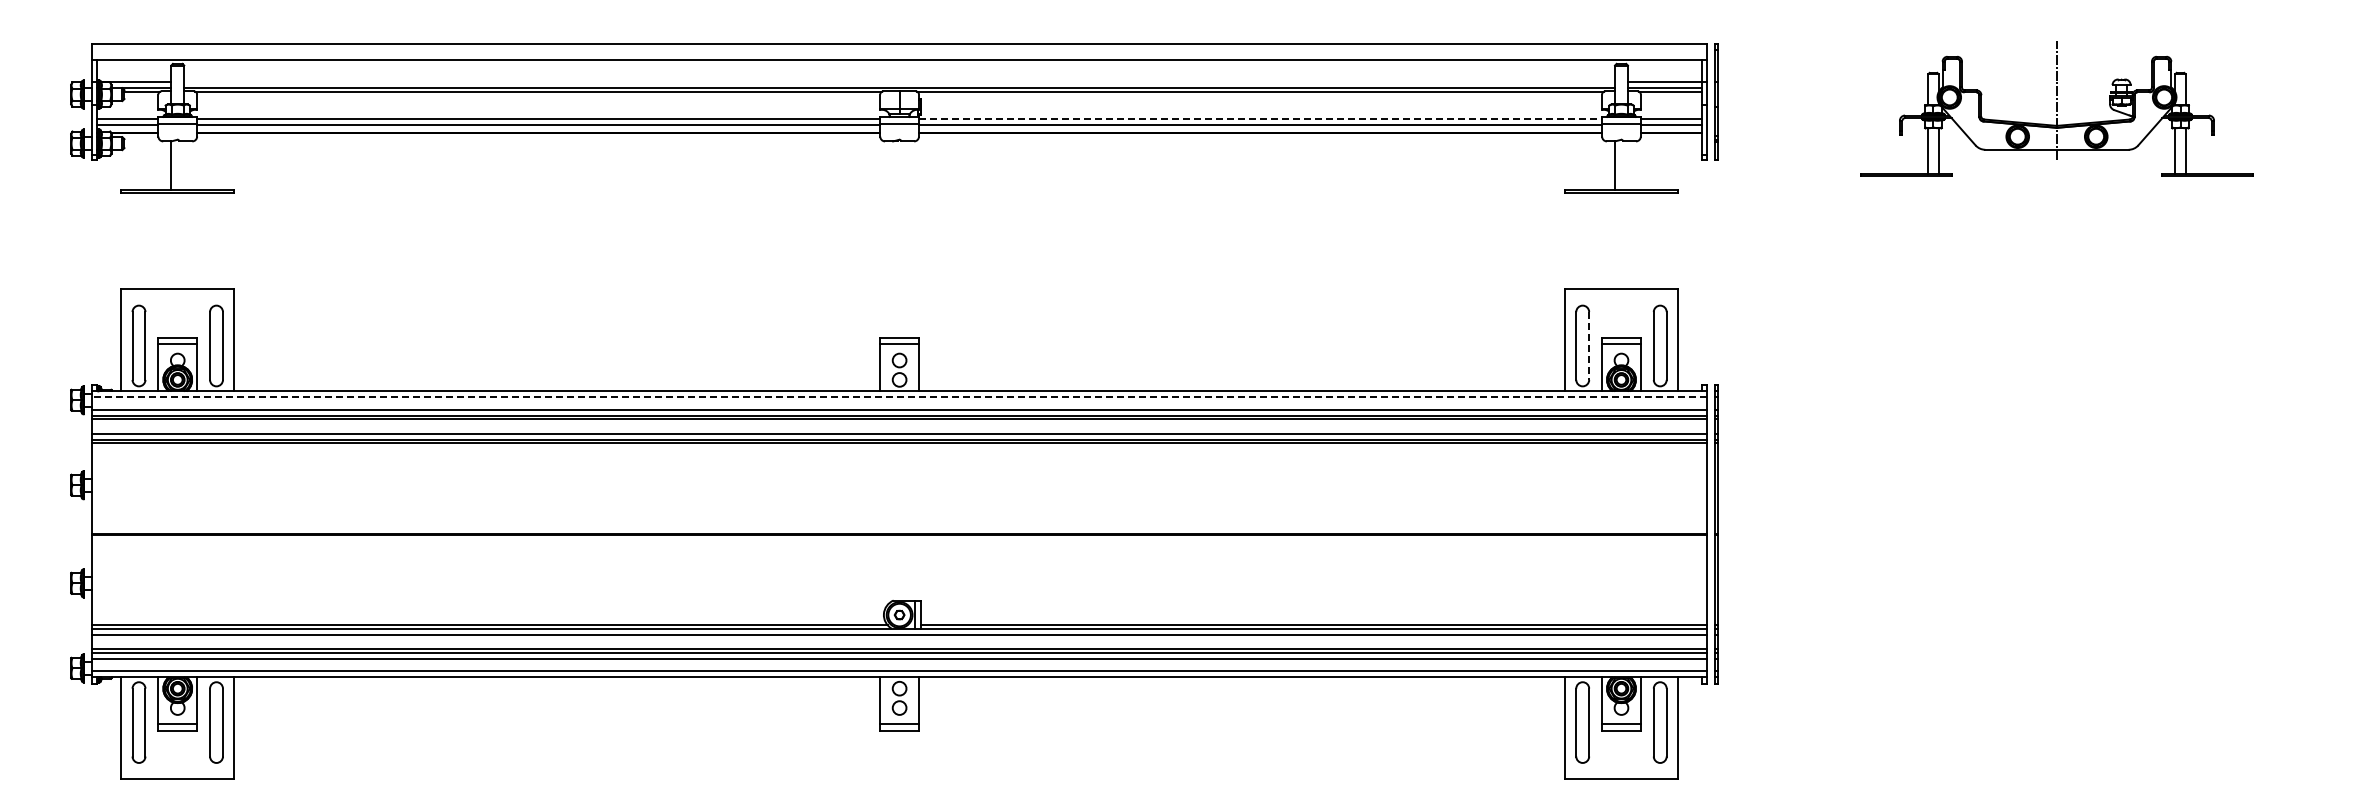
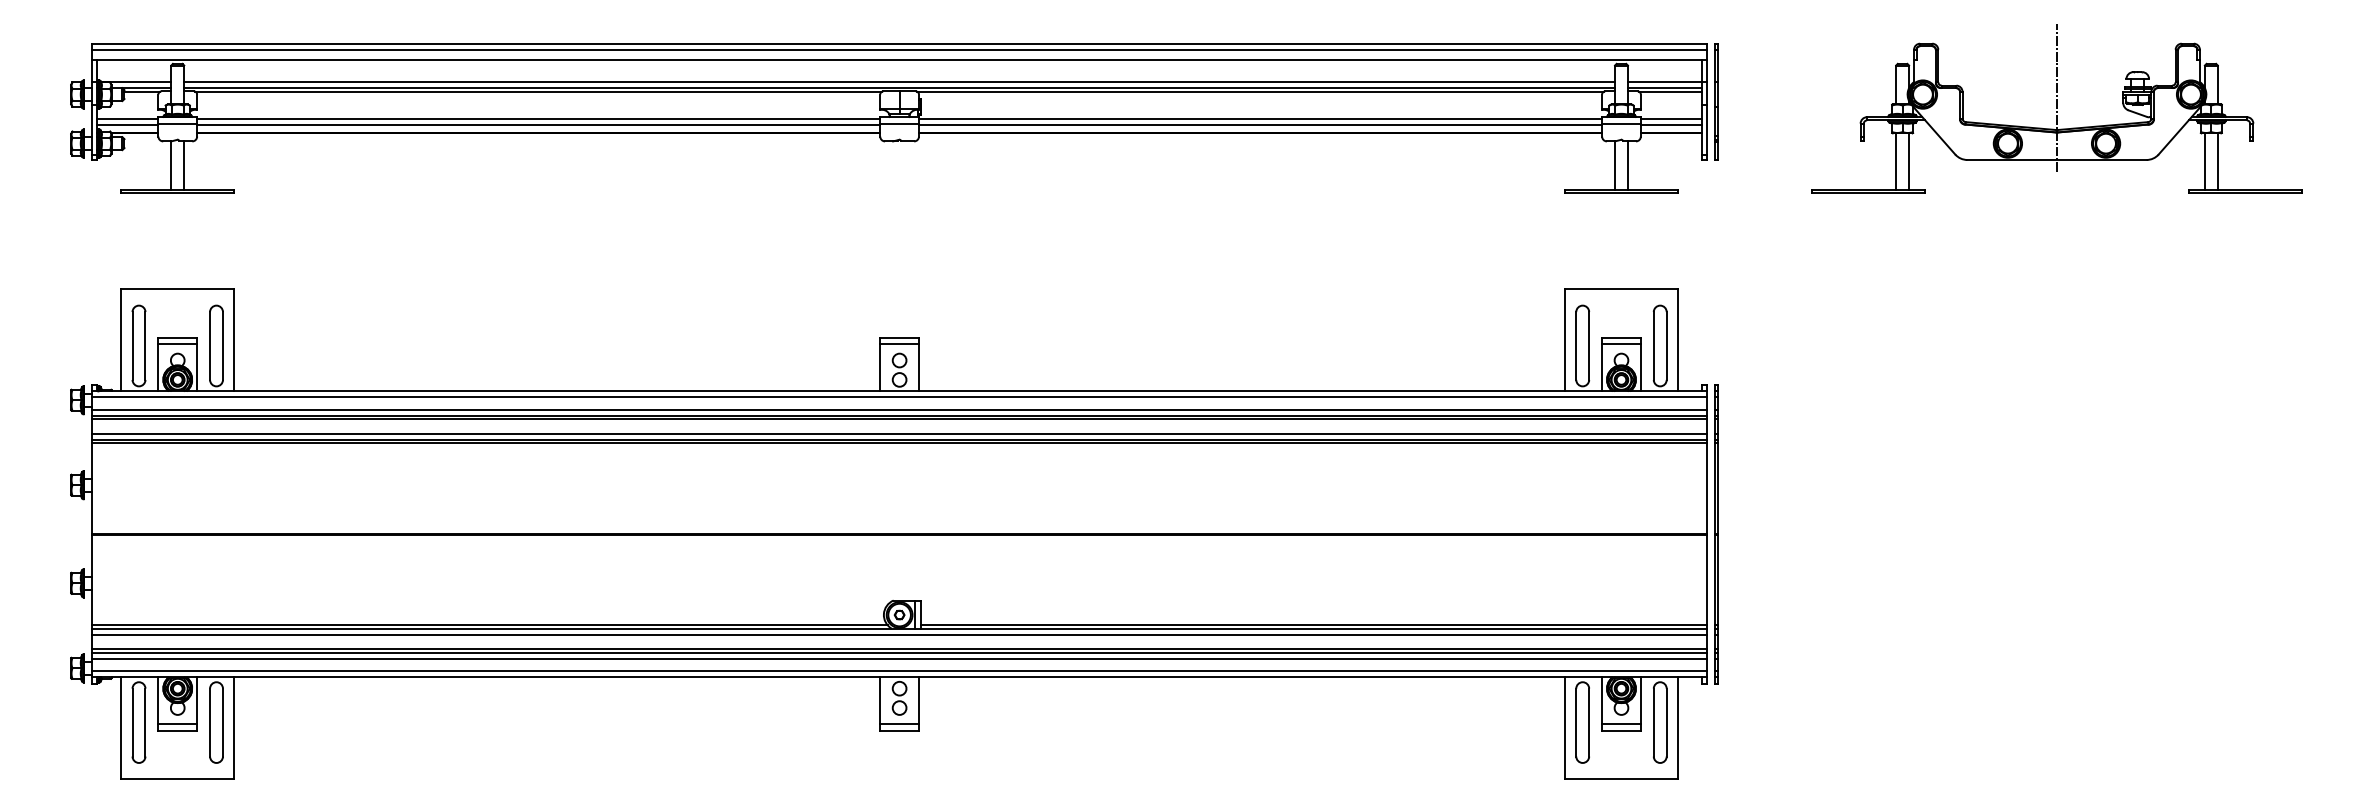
line at (899, 49): none -> present
line at (899, 82): none -> present
part at (2056, 108) size: 394x136 px -> 492x170 px
line at (1260, 118): dashed -> solid
line at (184, 165): none -> present
line at (1627, 165): none -> present
line at (1589, 346): dashed -> solid
line at (899, 397): dashed -> solid
